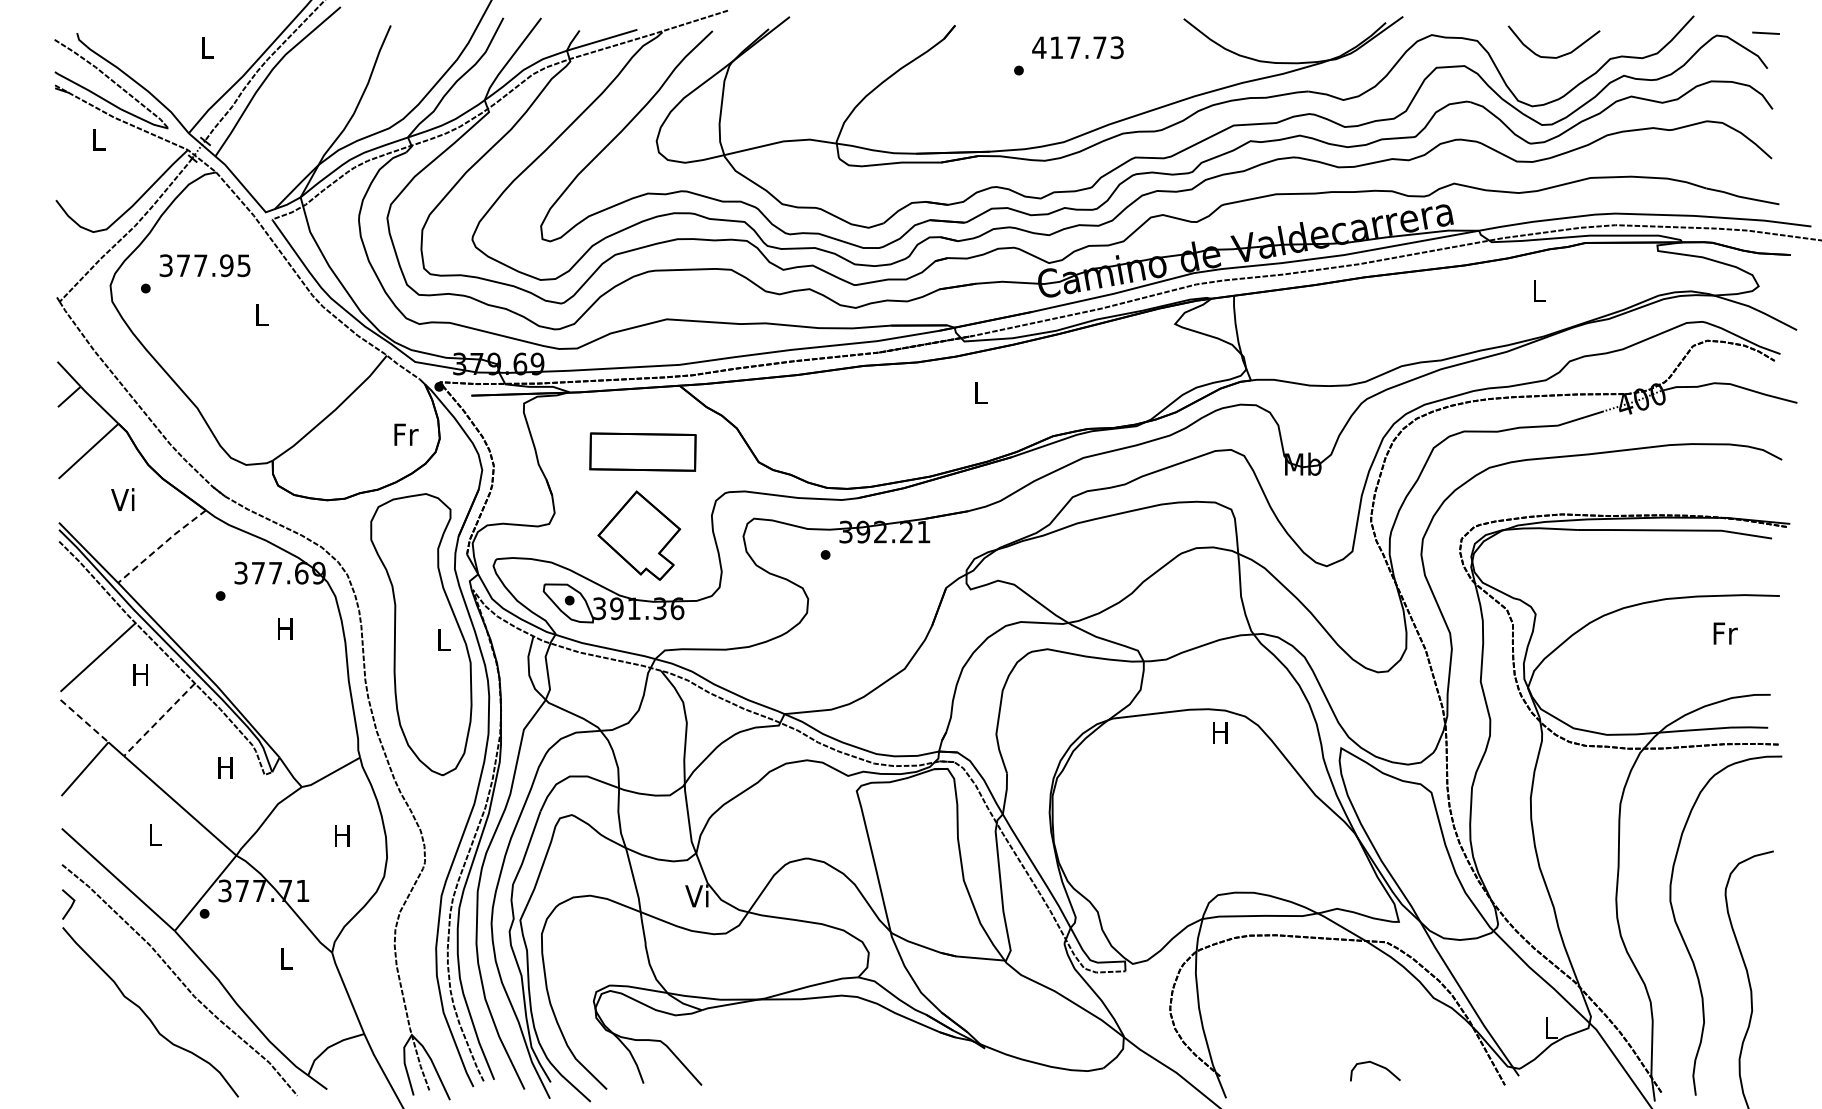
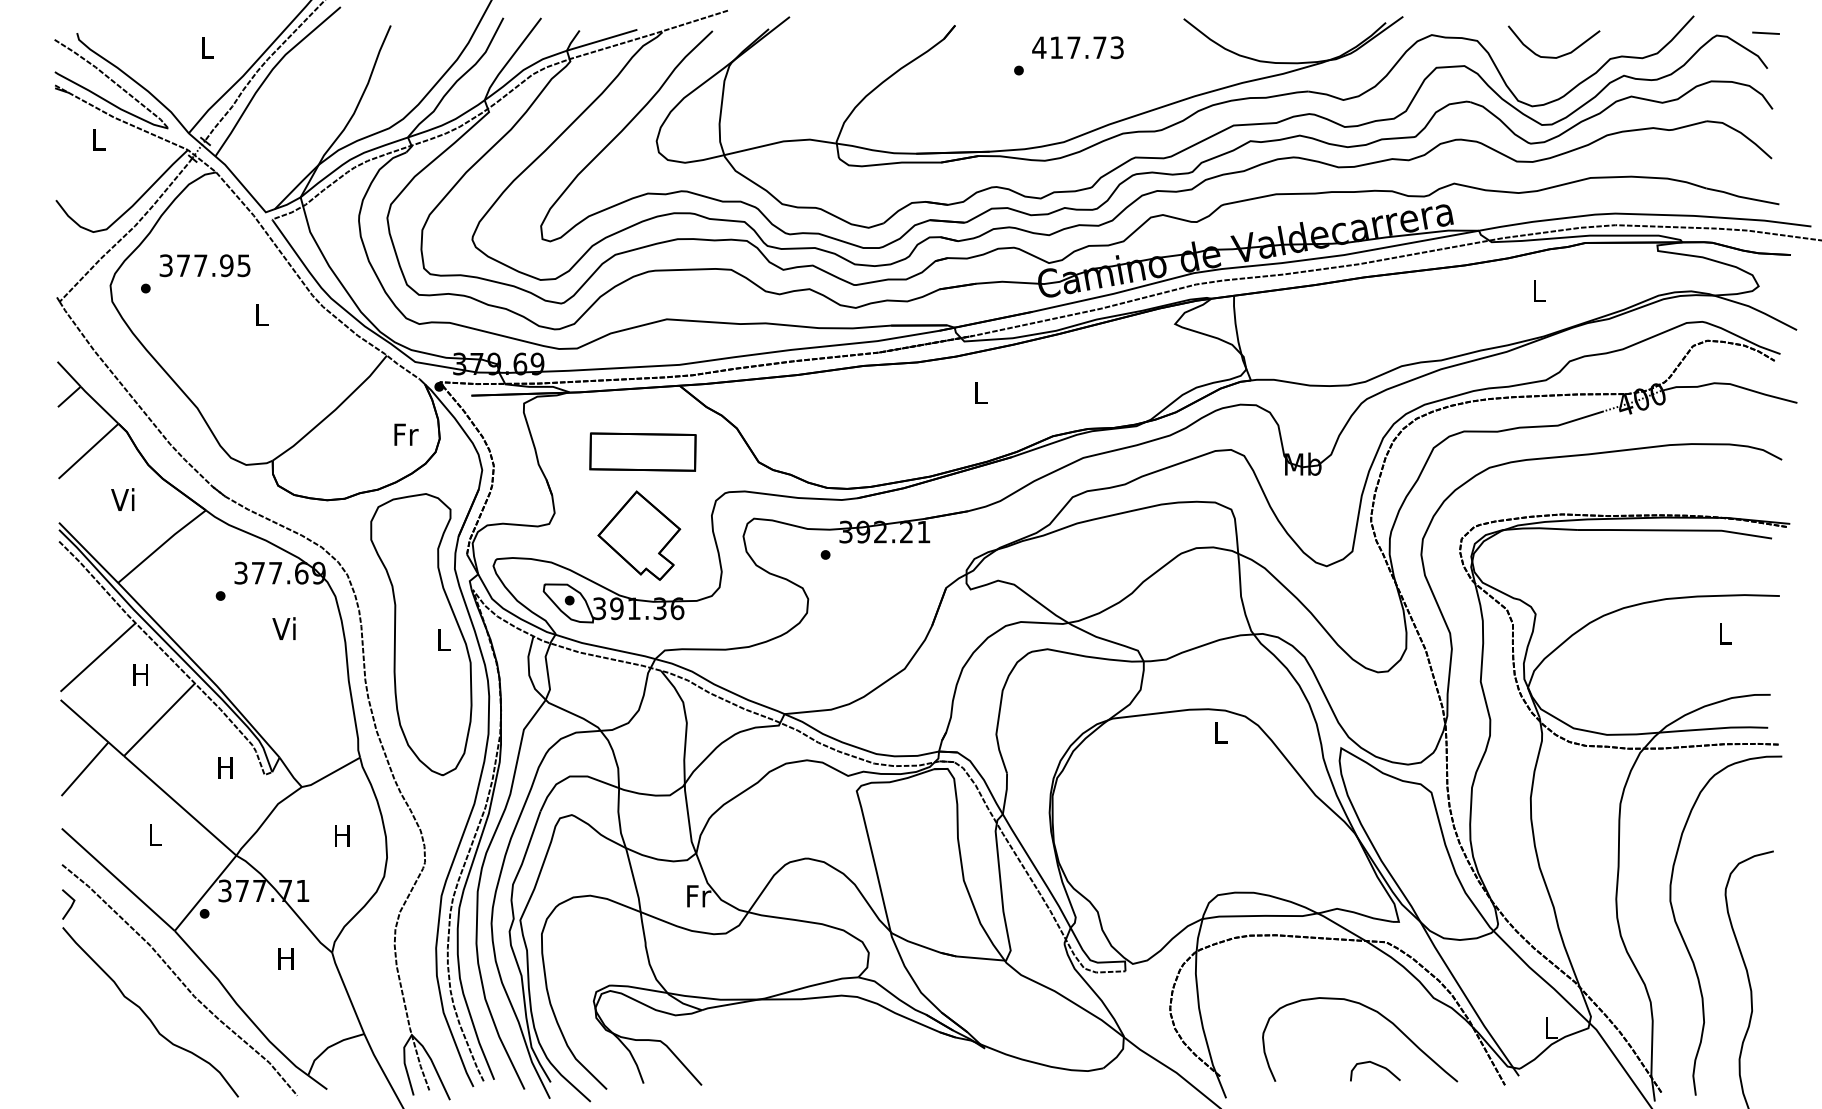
line at (162, 545): dashed -> solid
text at (283, 628): H -> Vi
text at (1725, 633): Fr -> L
line at (159, 719): dashed -> solid
line at (84, 721): dashed -> solid
text at (1220, 732): H -> L
text at (698, 895): Vi -> Fr
text at (285, 958): L -> H
curve at (1373, 1011): none -> present
